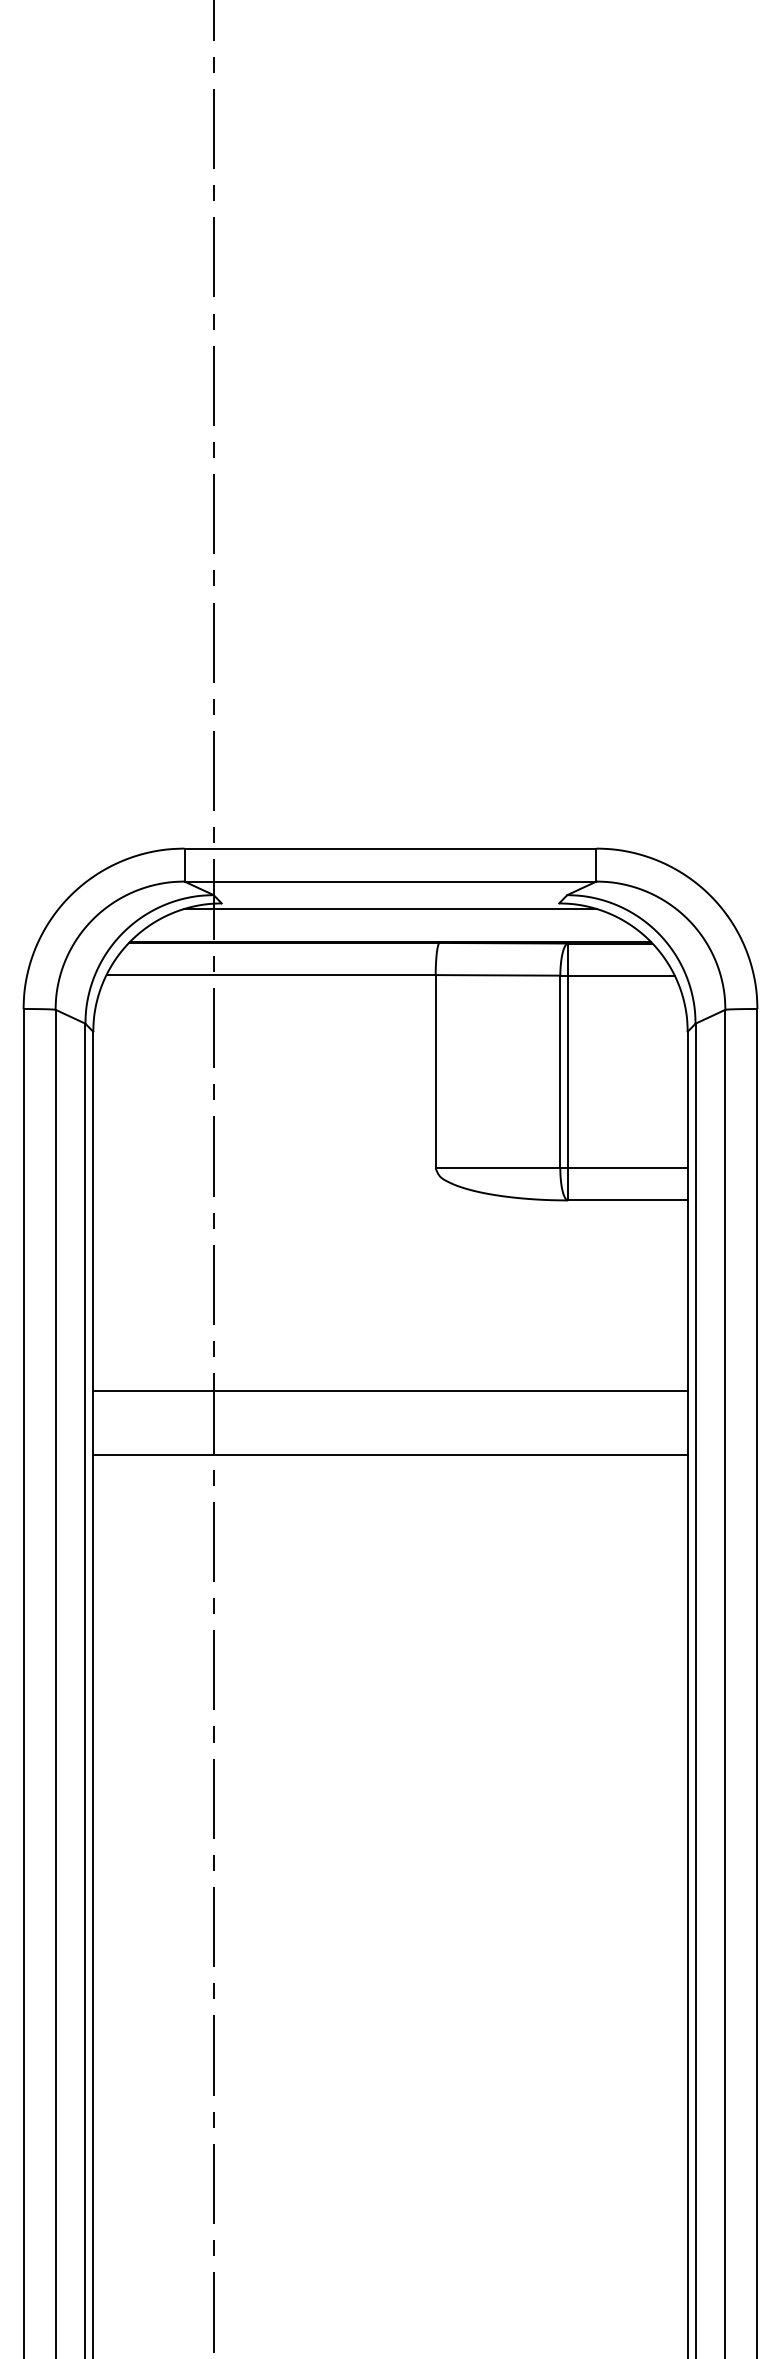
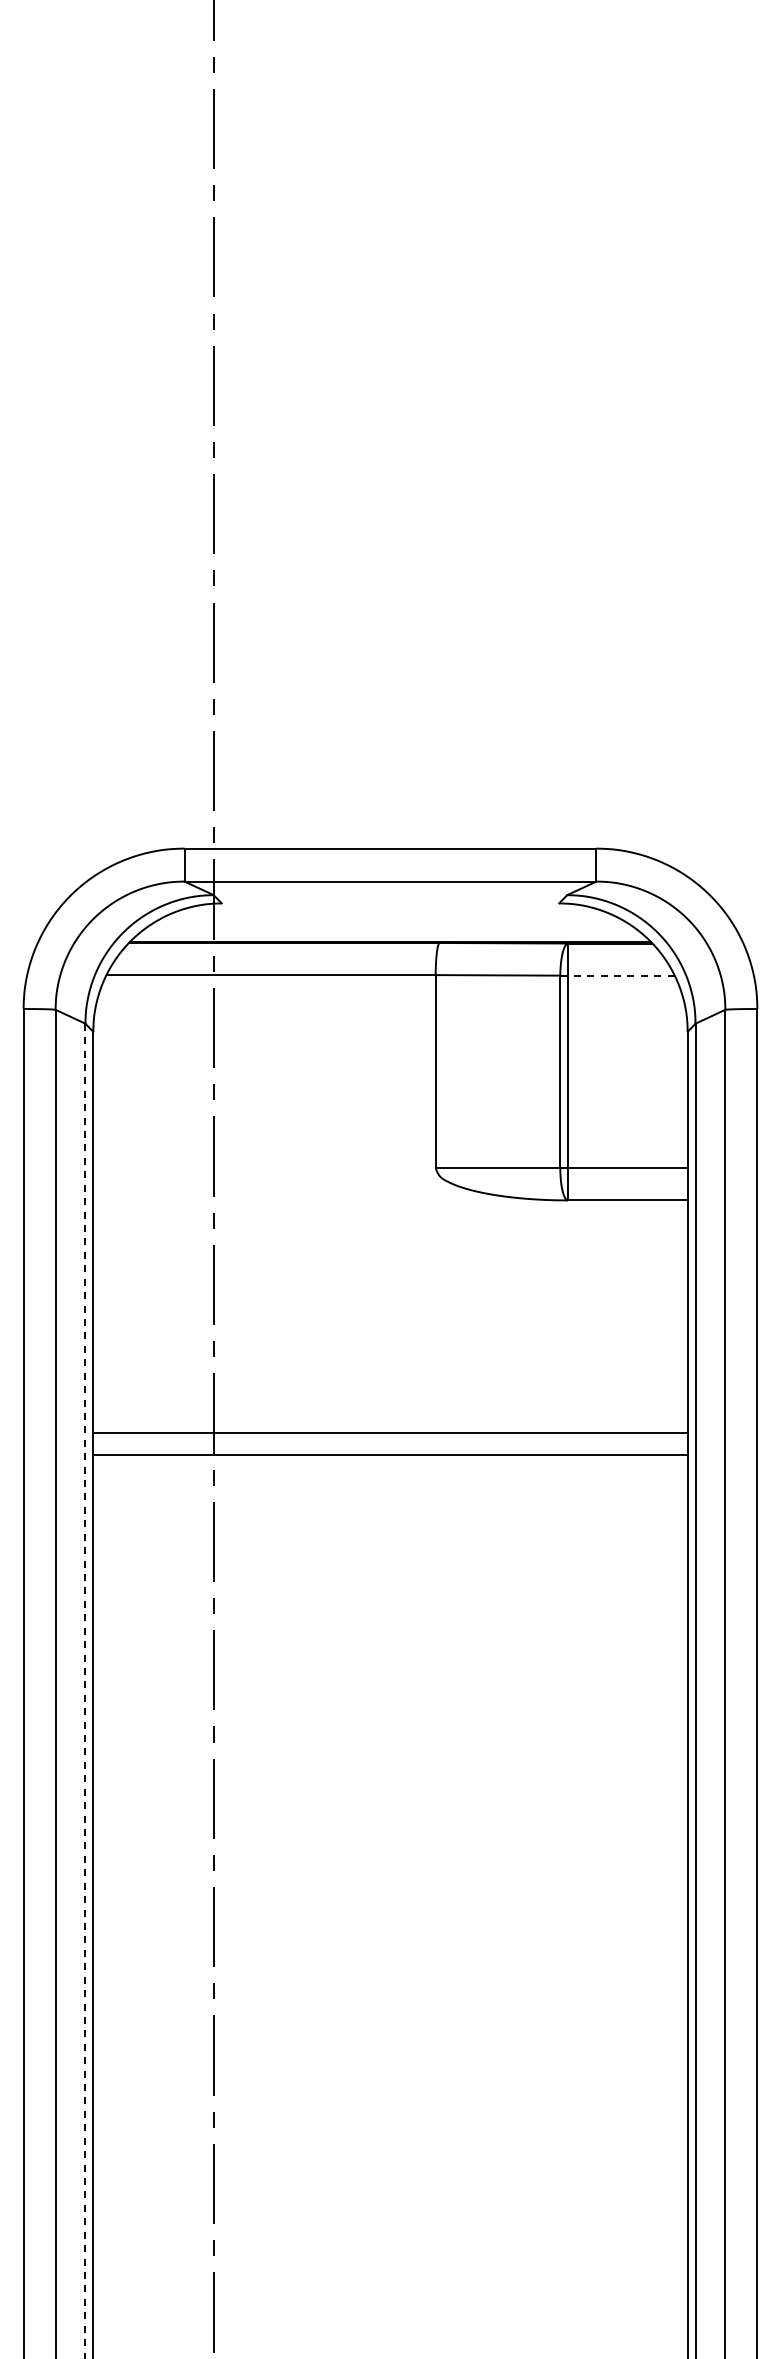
line at (390, 909): present -> none
line at (618, 975): solid -> dashed
line at (390, 1390) position: (390, 1390) -> (390, 1432)
line at (85, 1691): solid -> dashed
